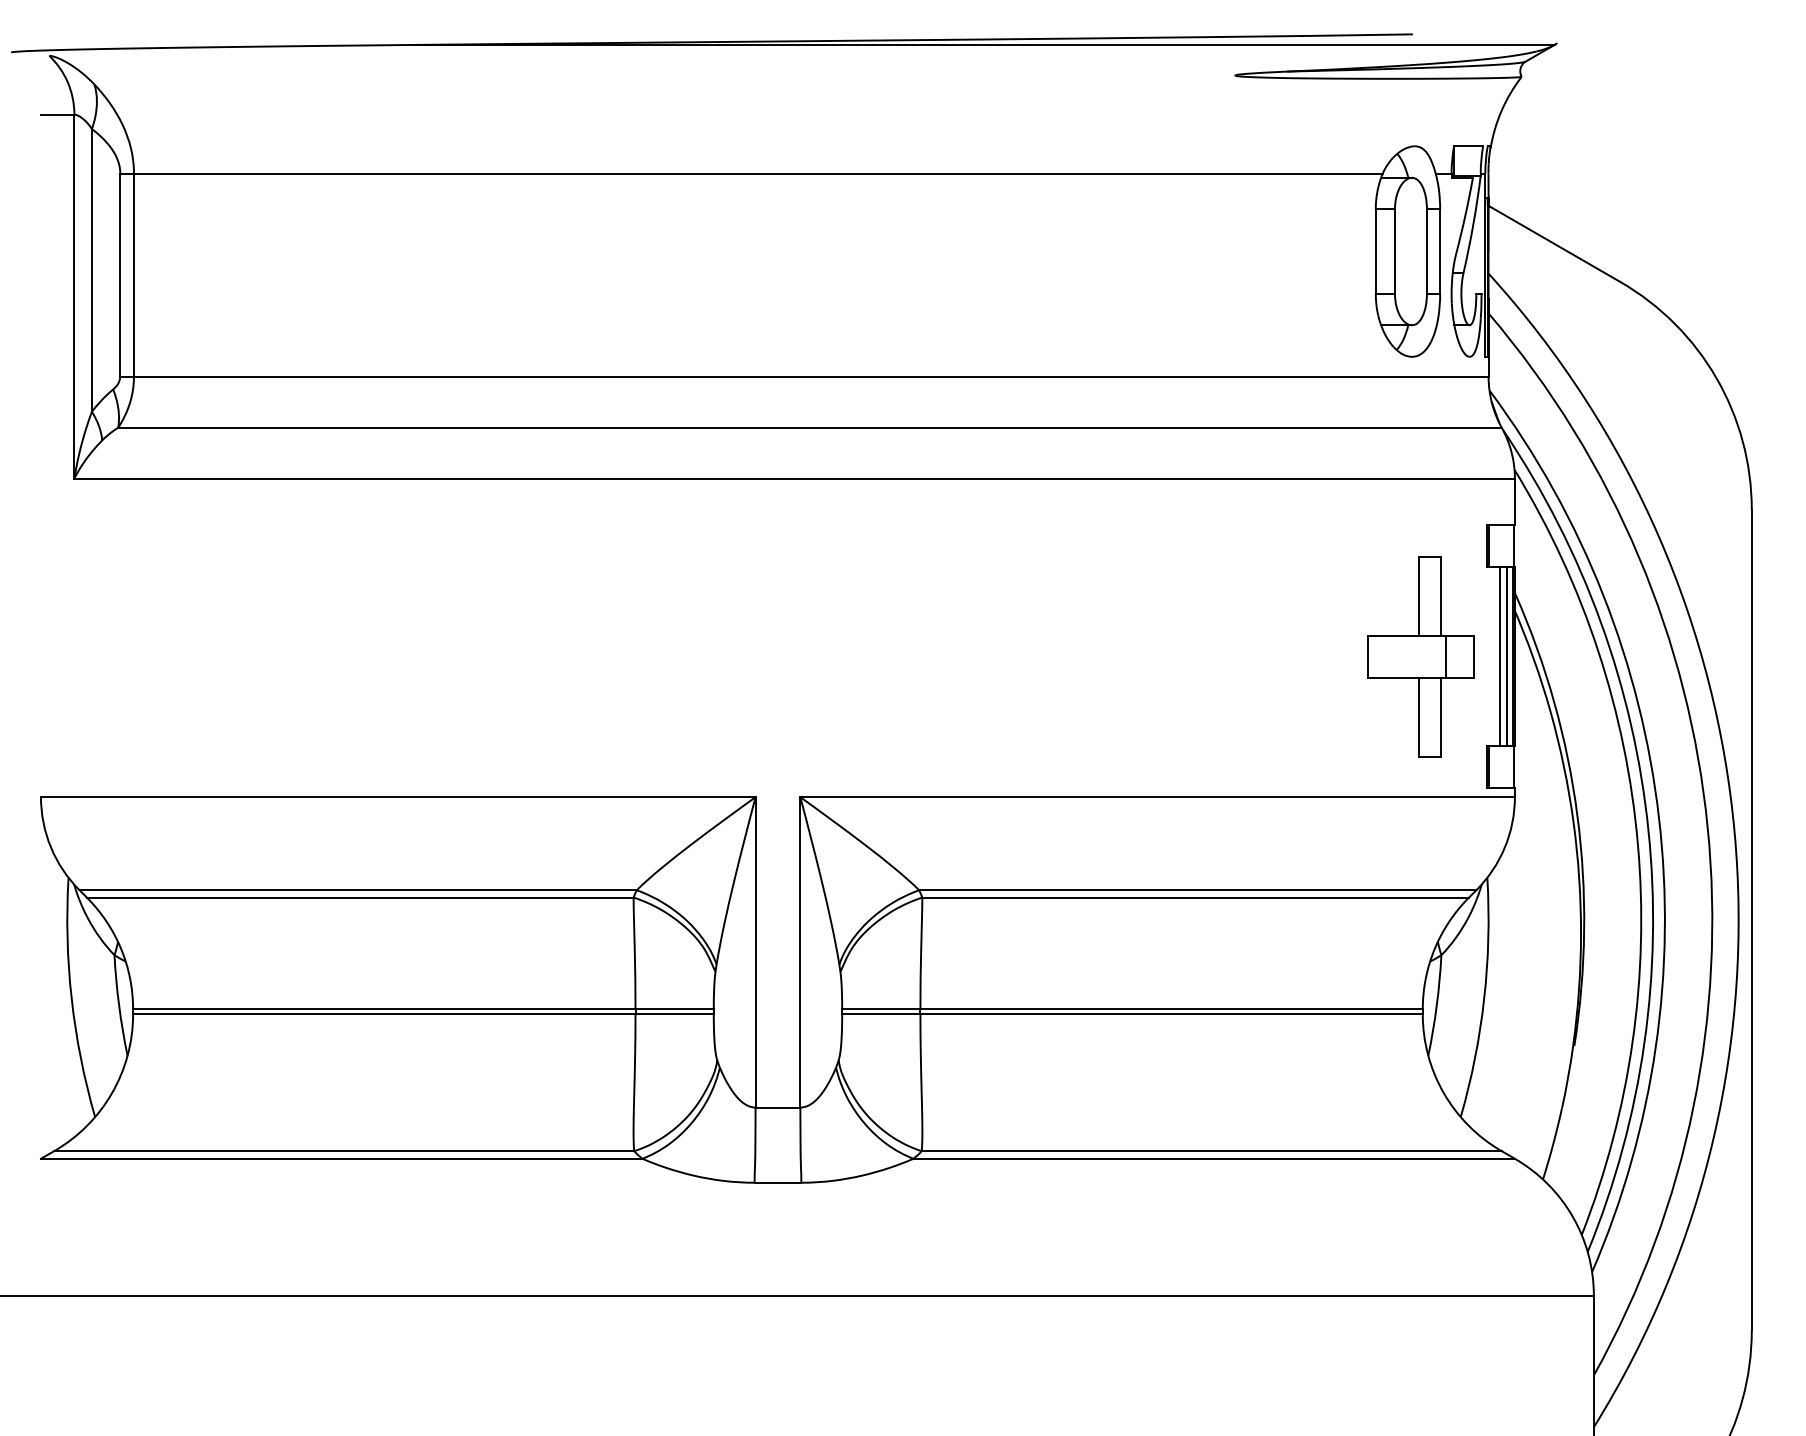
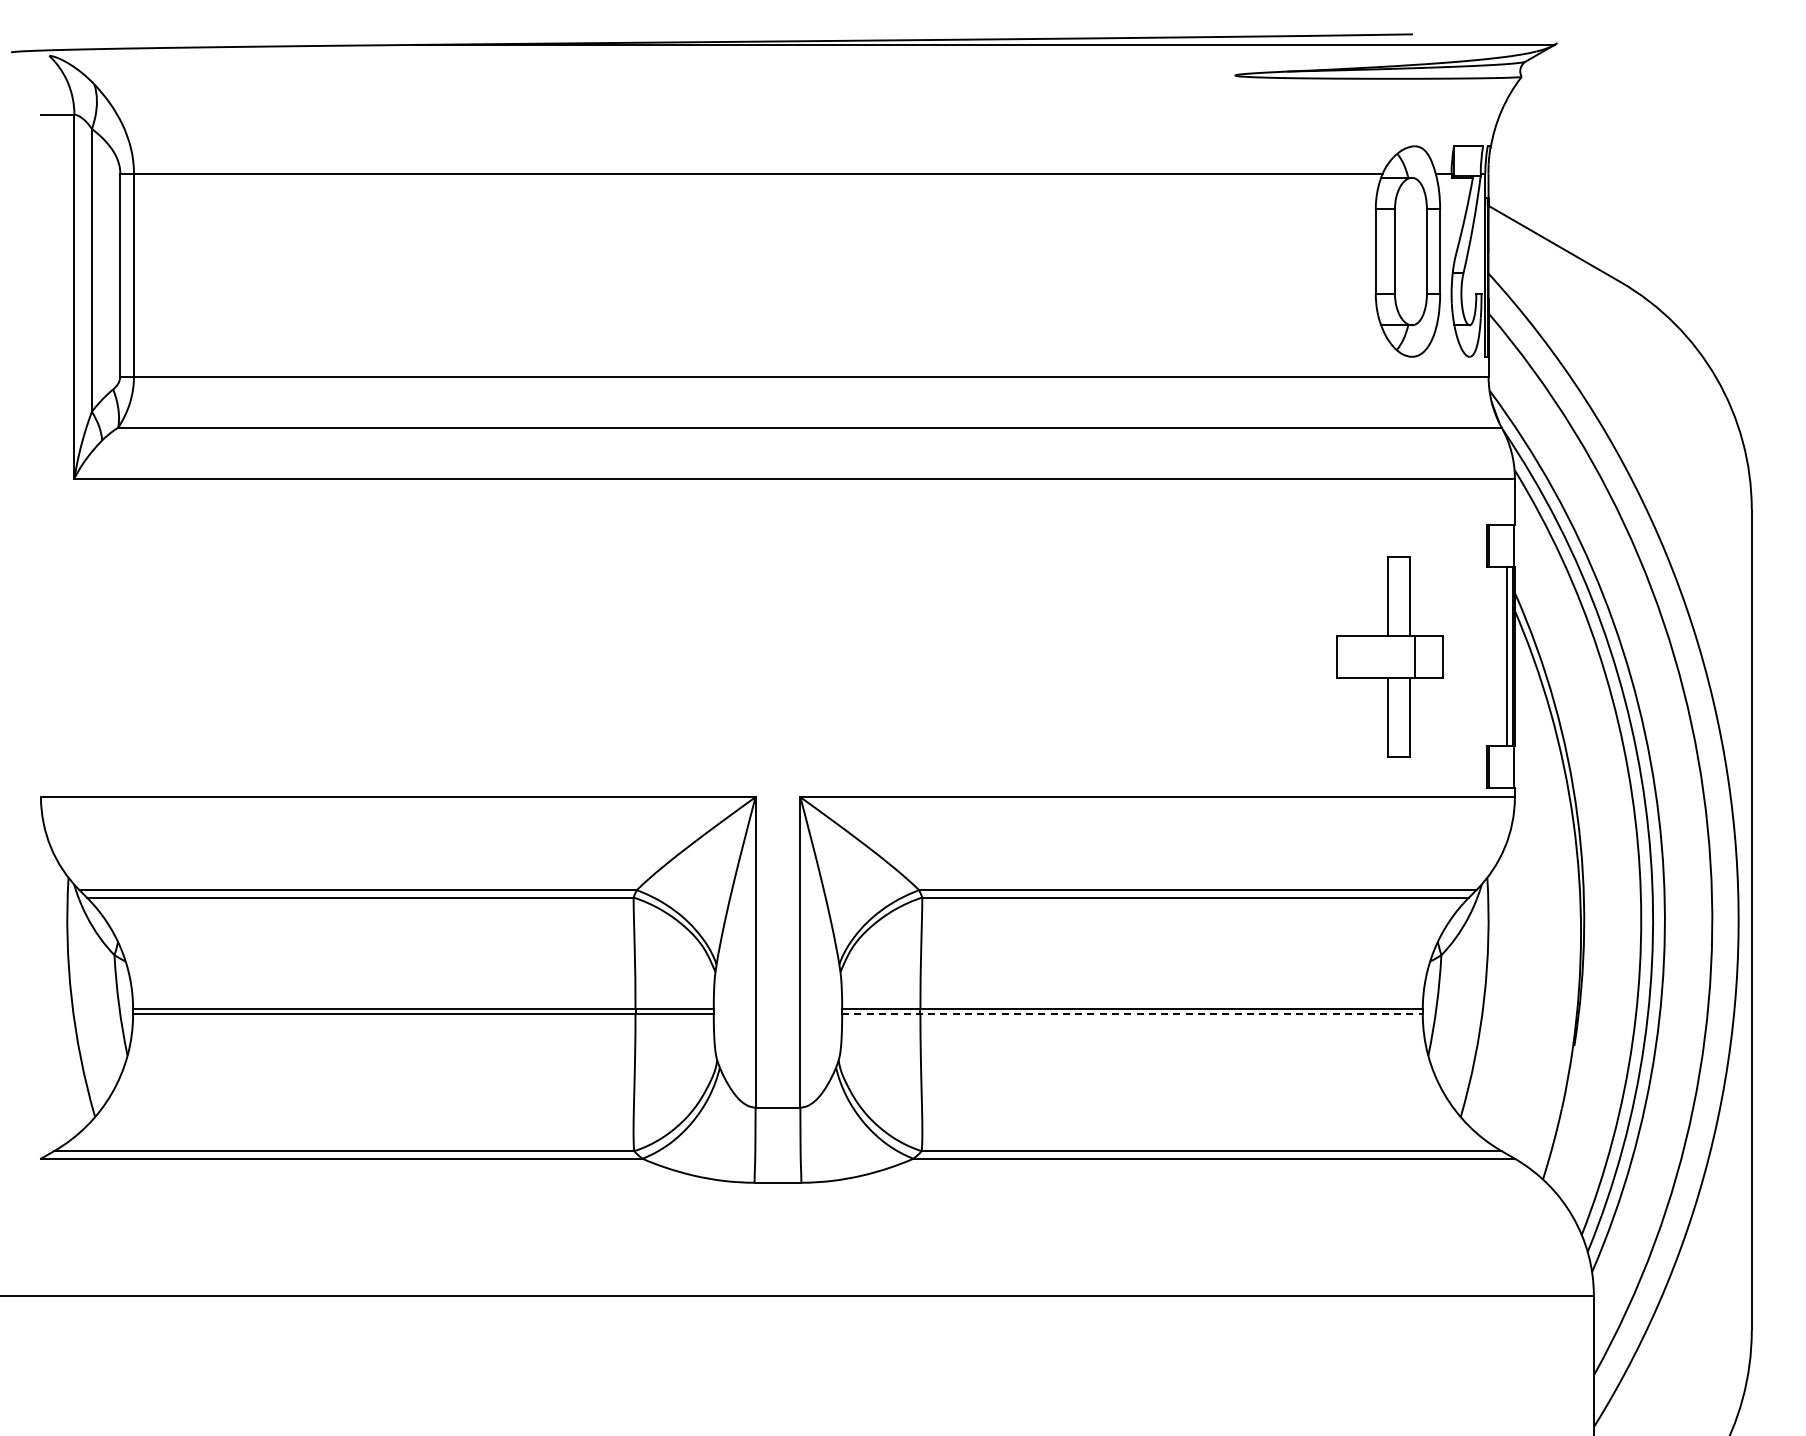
part at (1420, 656) position: (1420, 656) -> (1389, 656)
line at (1500, 656): present -> none
line at (1132, 1014): solid -> dashed
